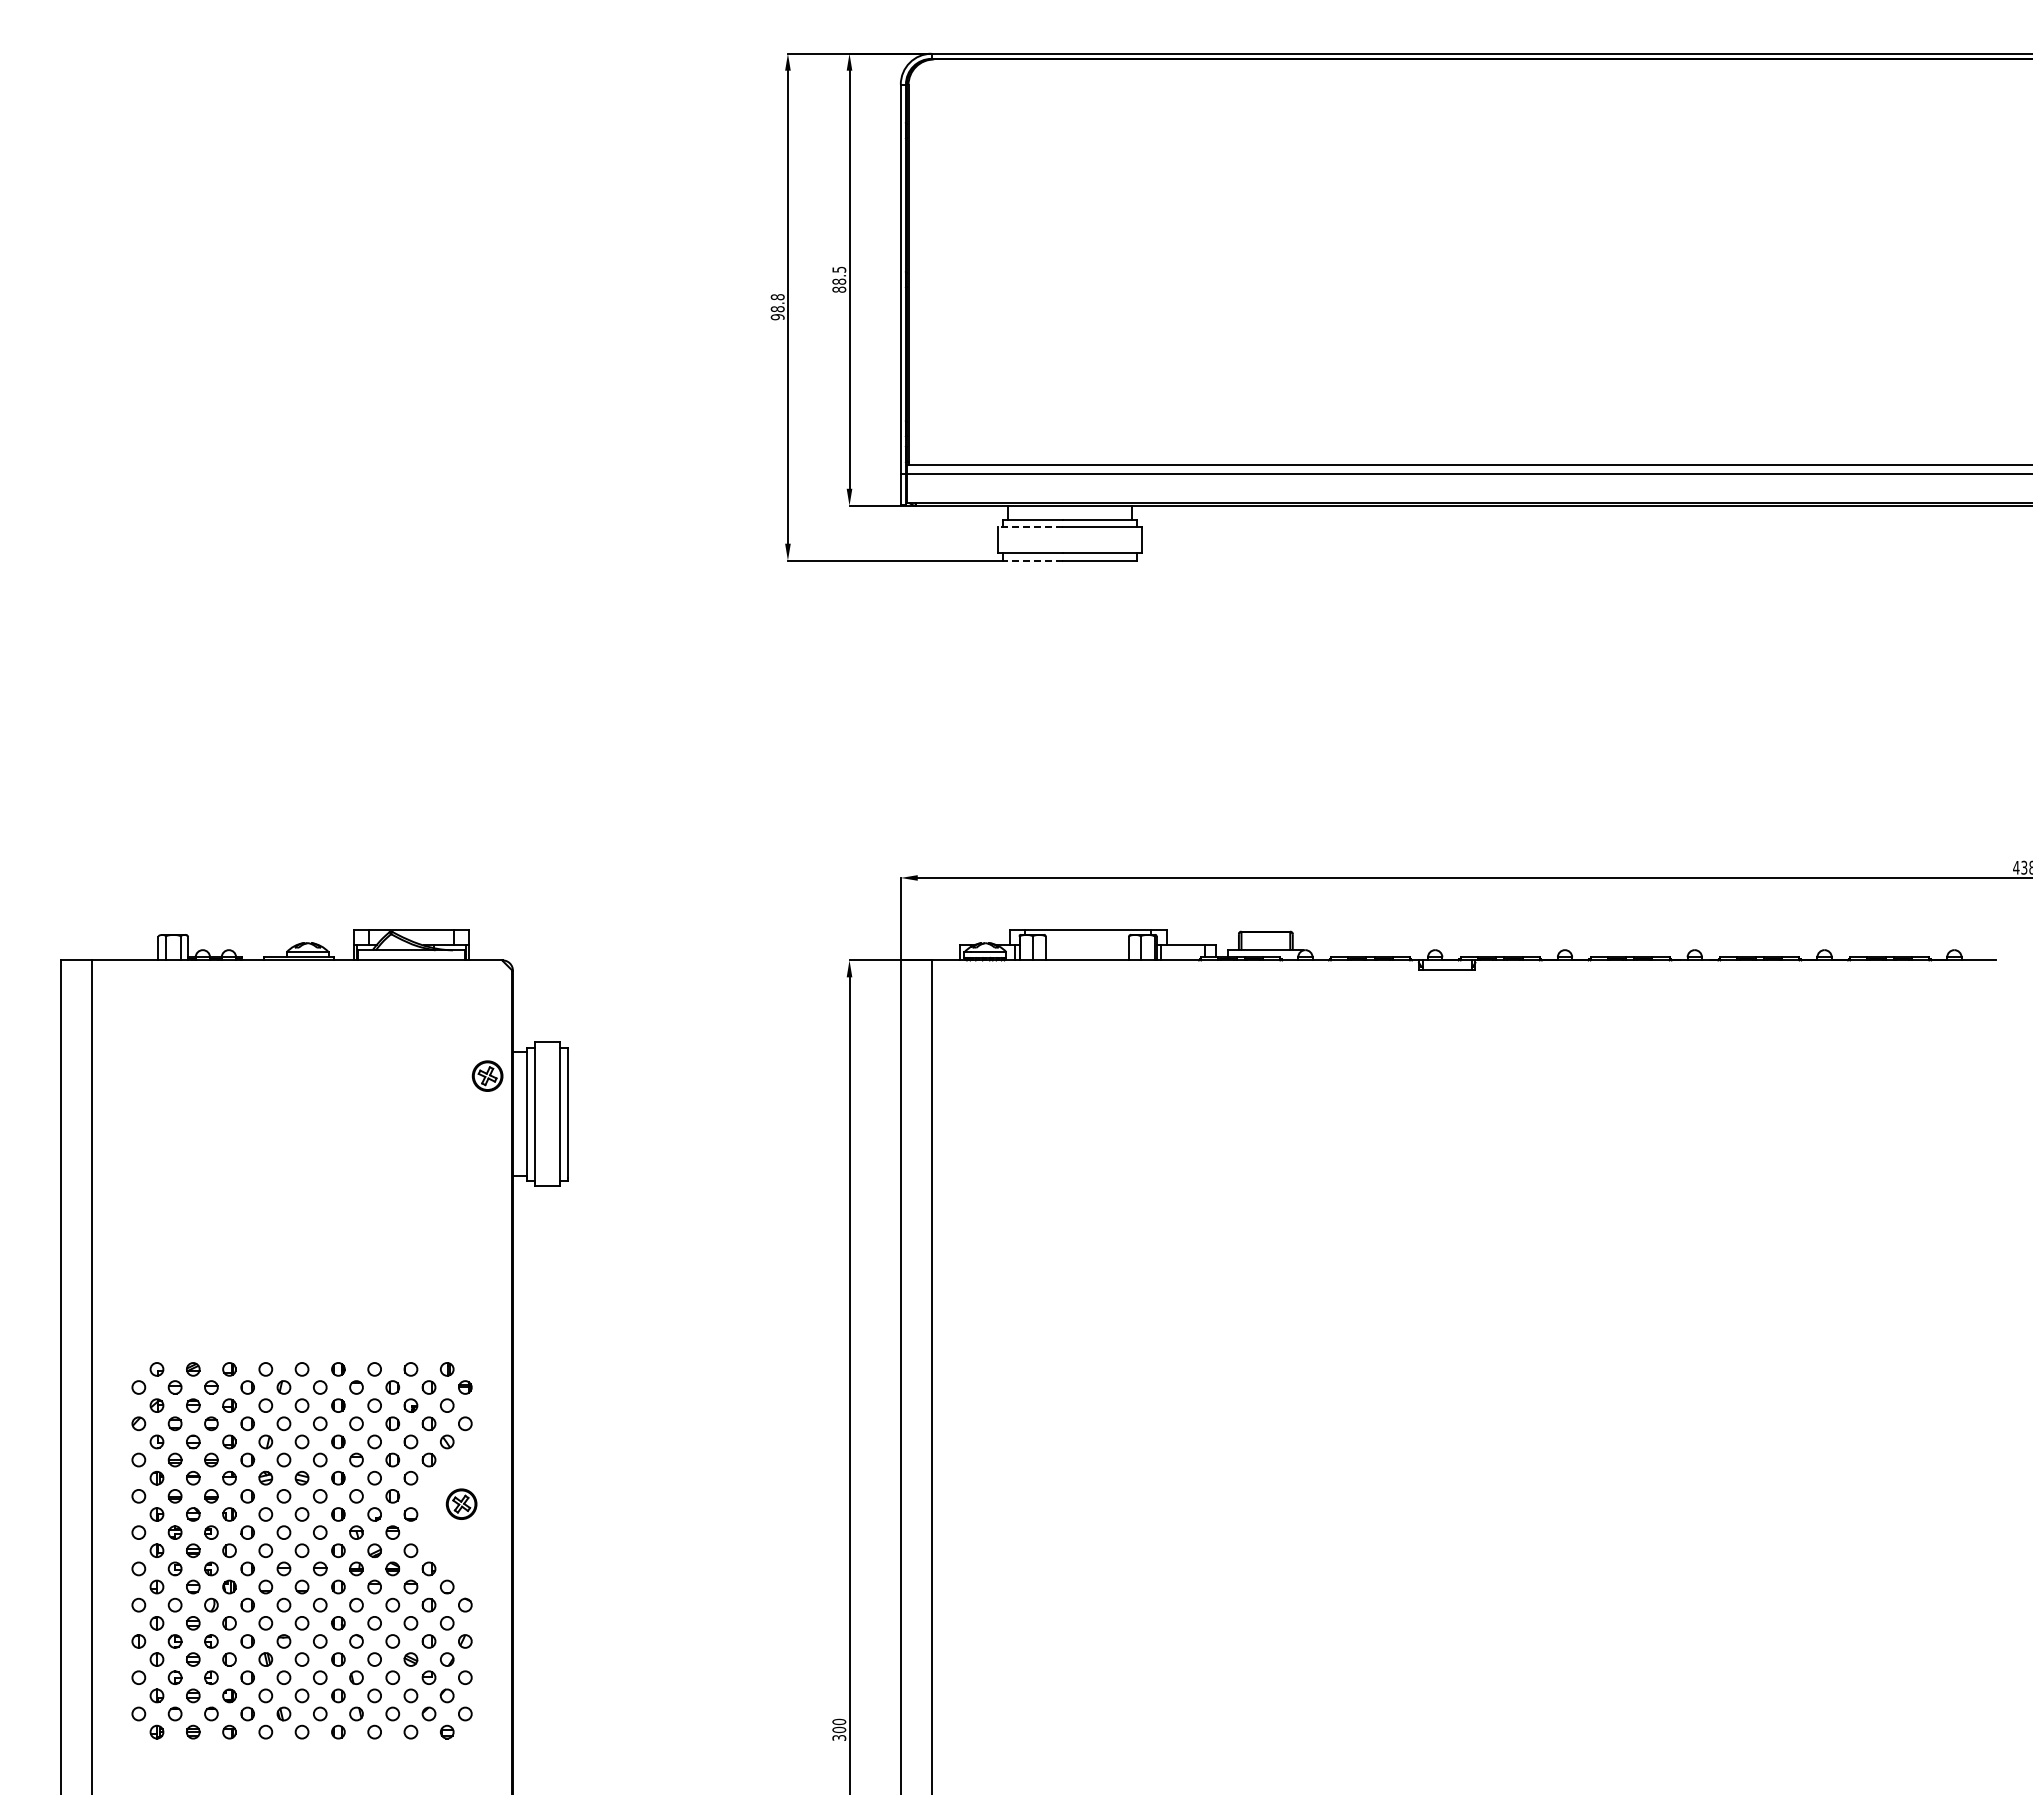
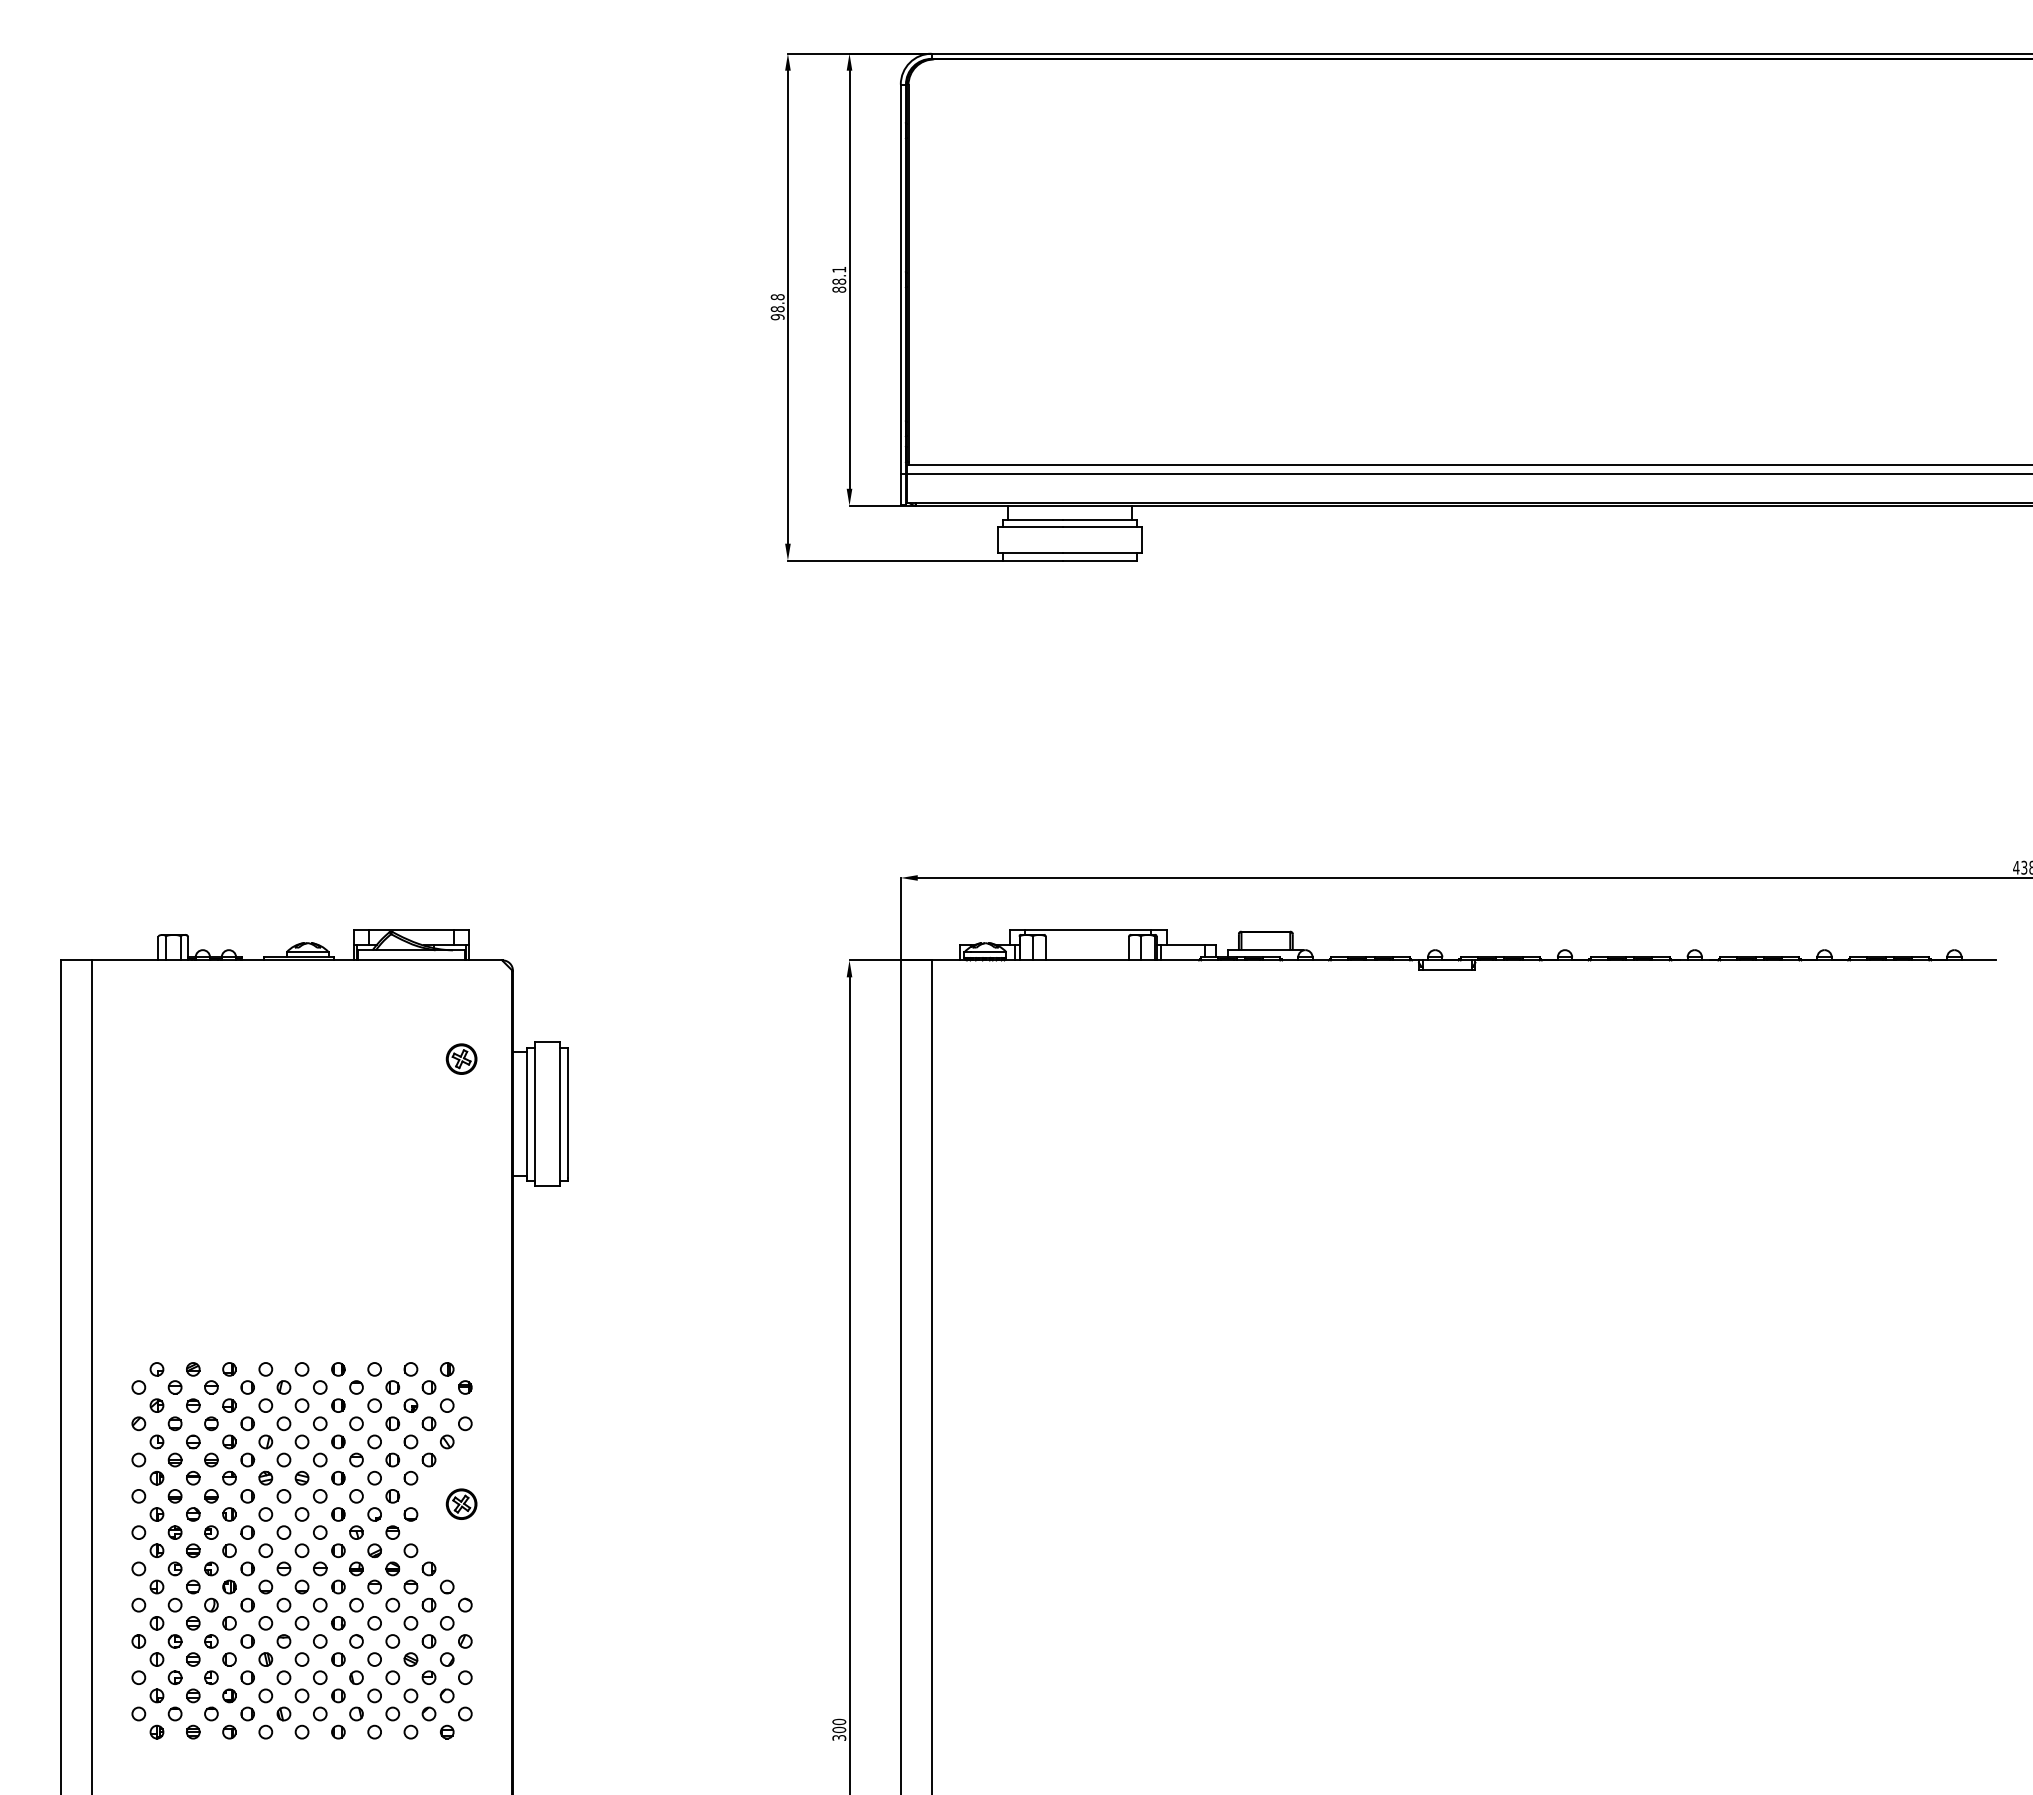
text at (839, 269): 88.5 -> 88.1
line at (1030, 527): dashed -> solid
line at (1032, 560): dashed -> solid
part at (487, 1075) position: (487, 1075) -> (461, 1058)
